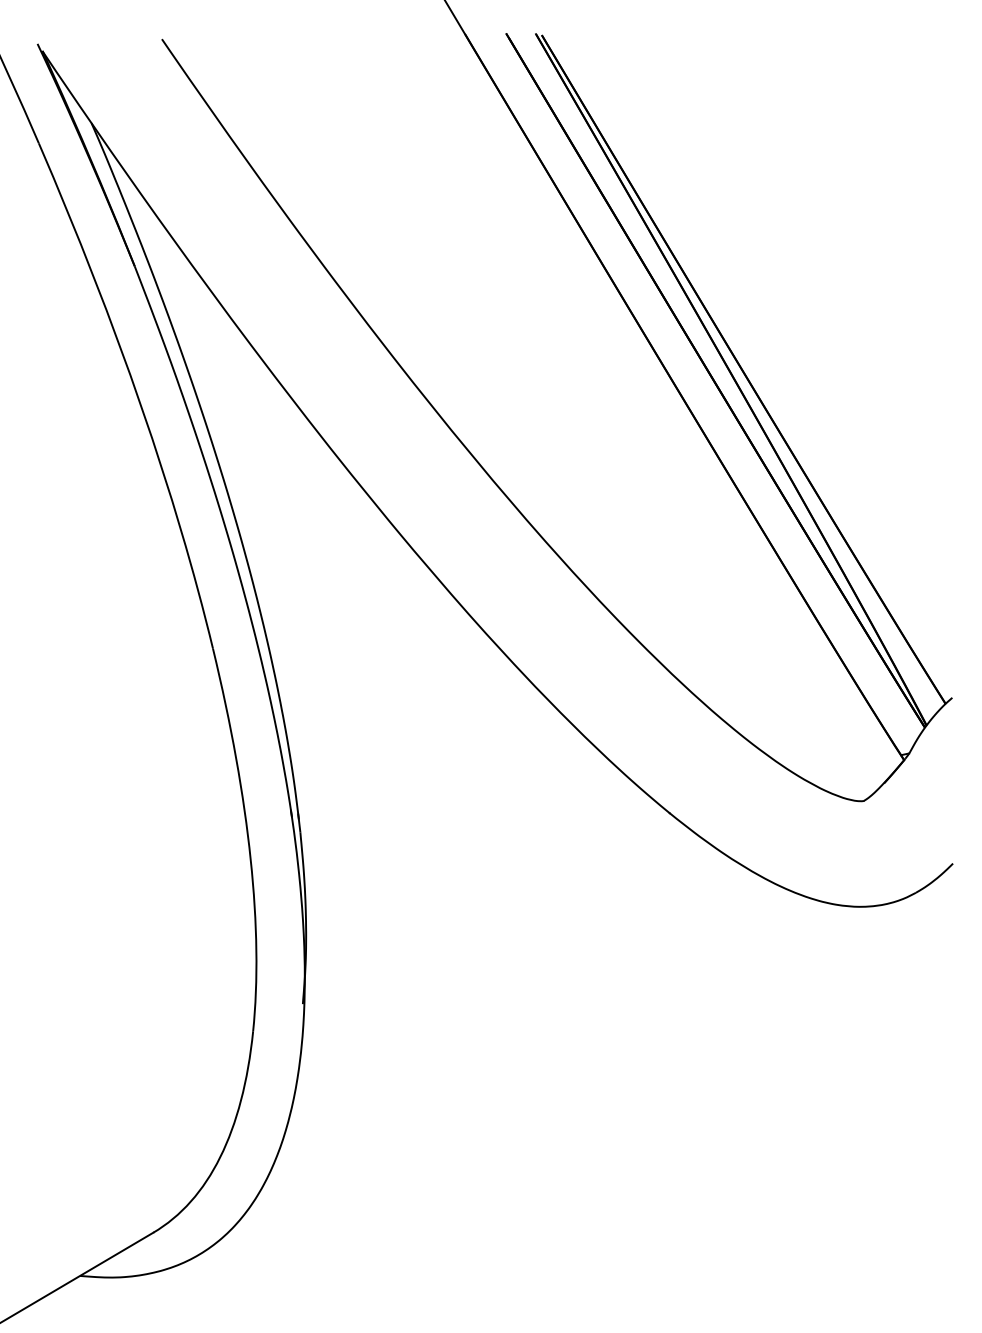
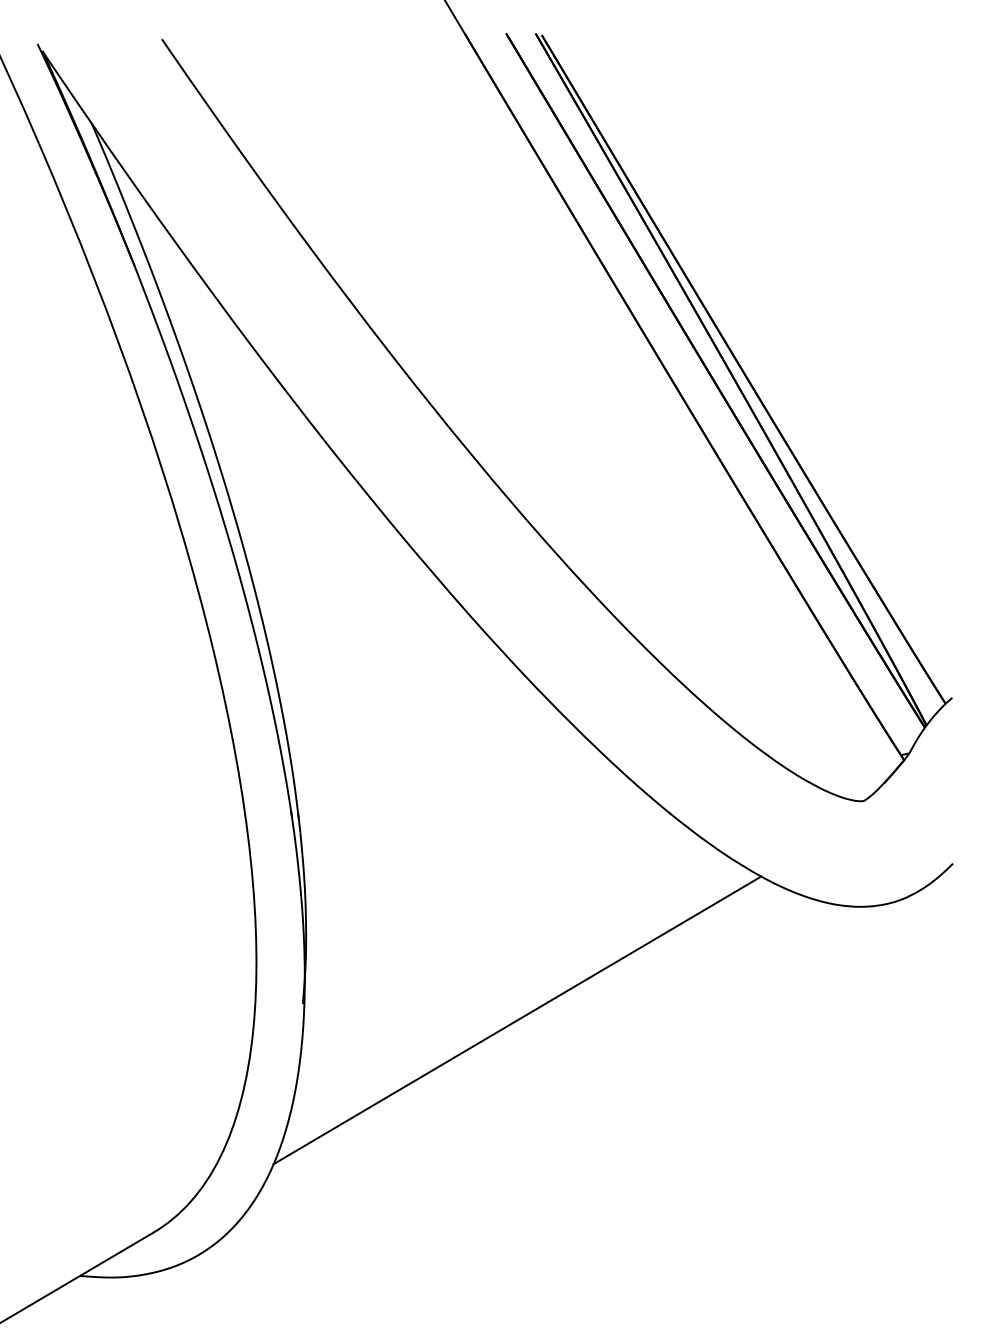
line at (517, 1020): none -> present
